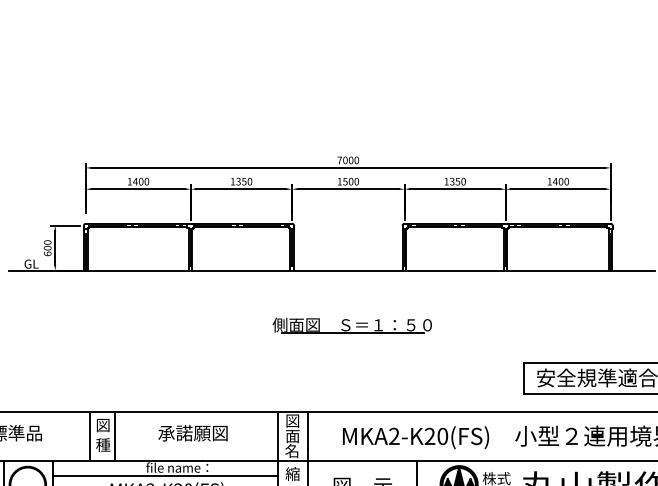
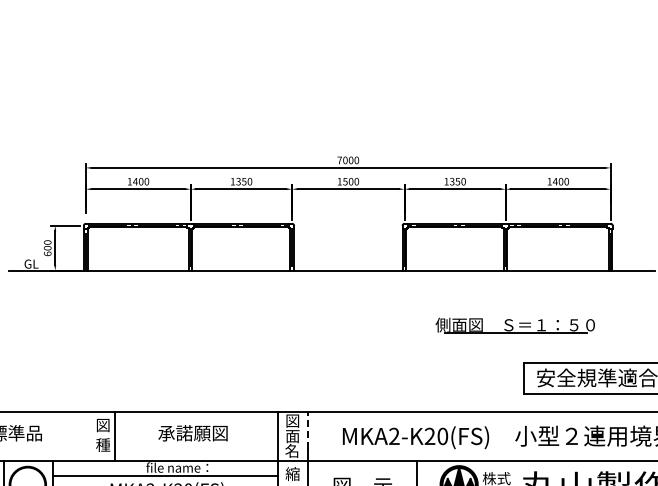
part at (351, 325) position: (351, 325) -> (514, 325)
line at (307, 429): solid -> dashed
line at (90, 435): present -> none
